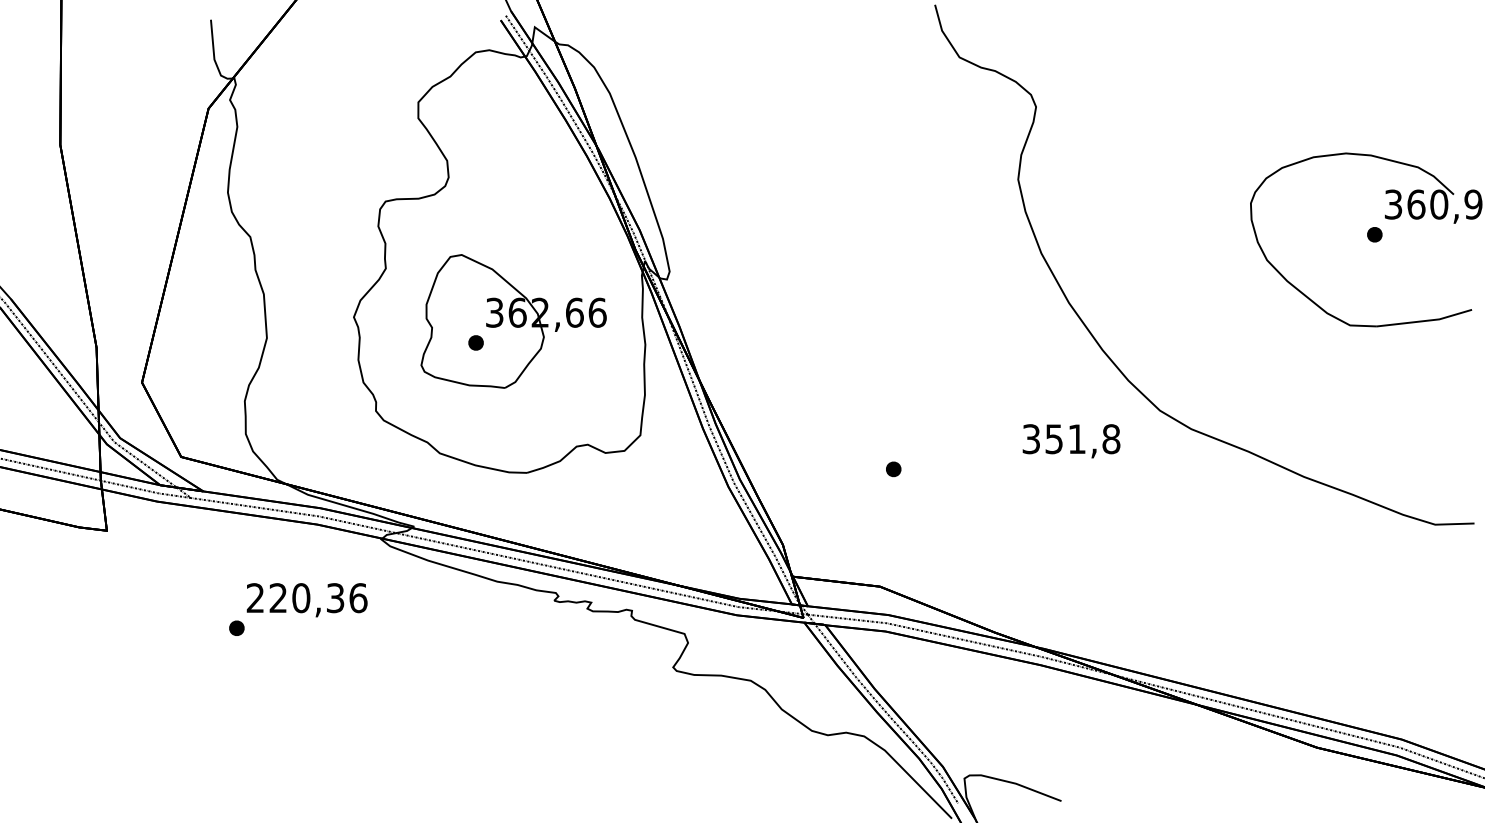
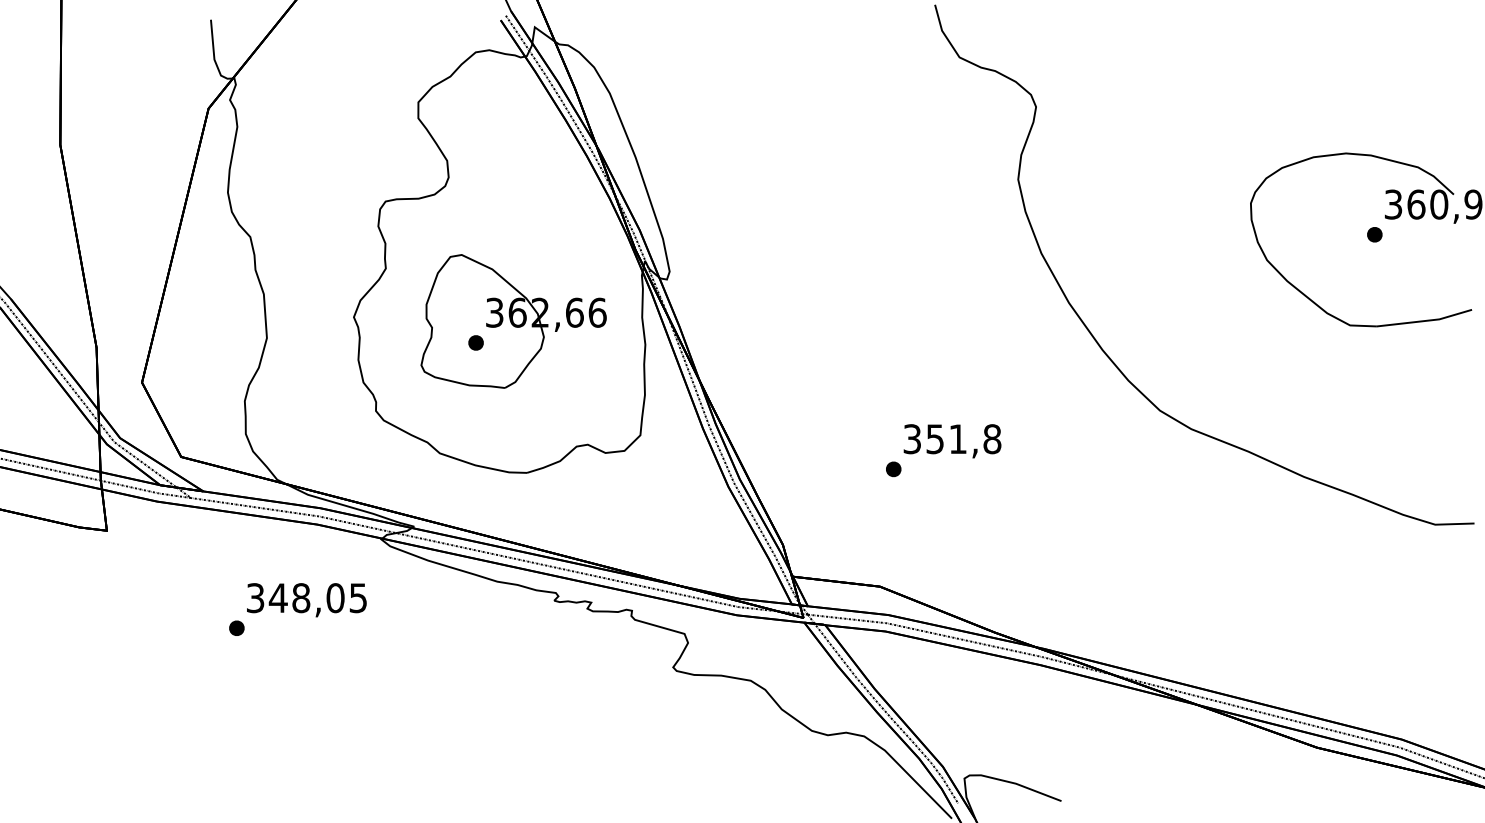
text at (1071, 441) position: (1071, 441) -> (952, 441)
text at (306, 598): 220,36 -> 348,05
